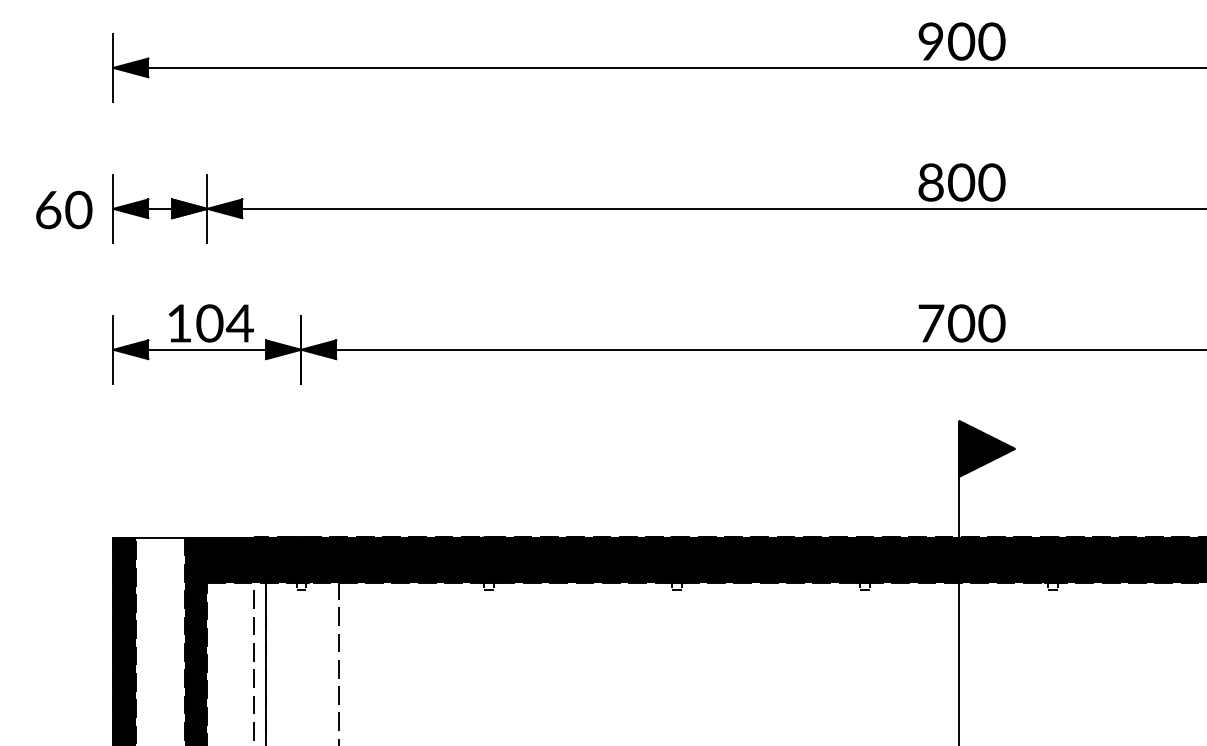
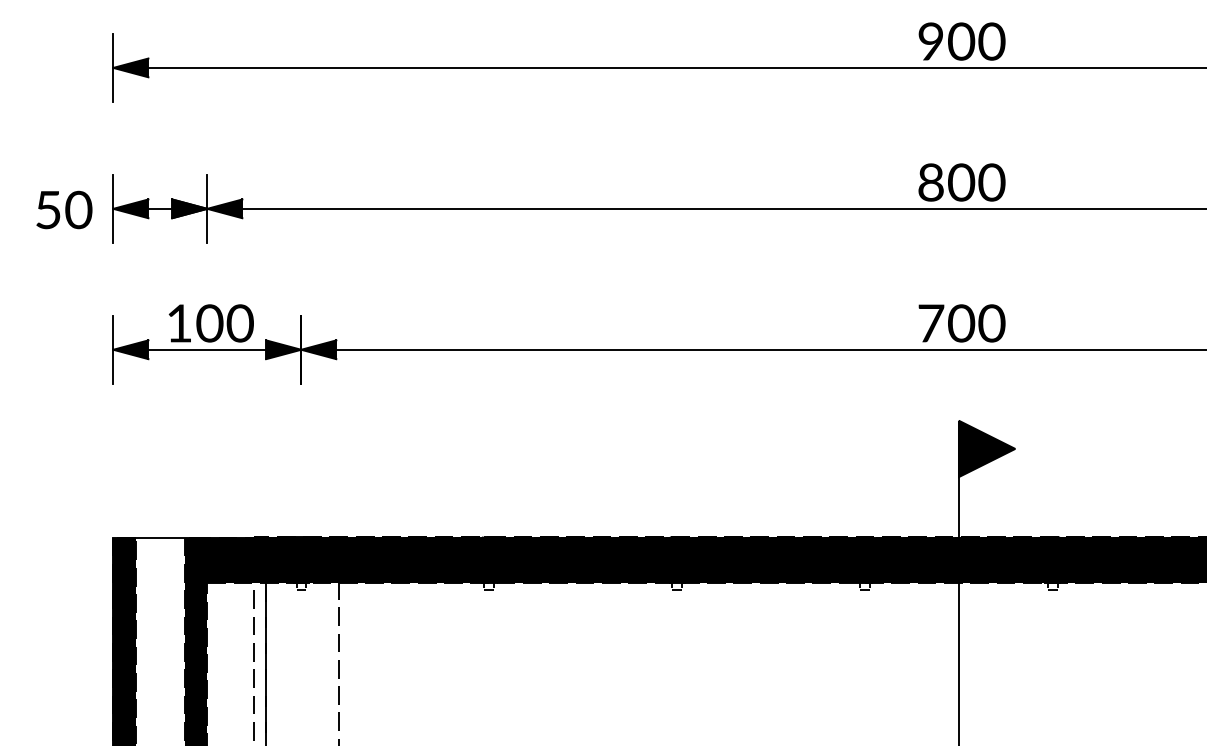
text at (48, 210): 60 -> 50
text at (239, 323): 104 -> 100
